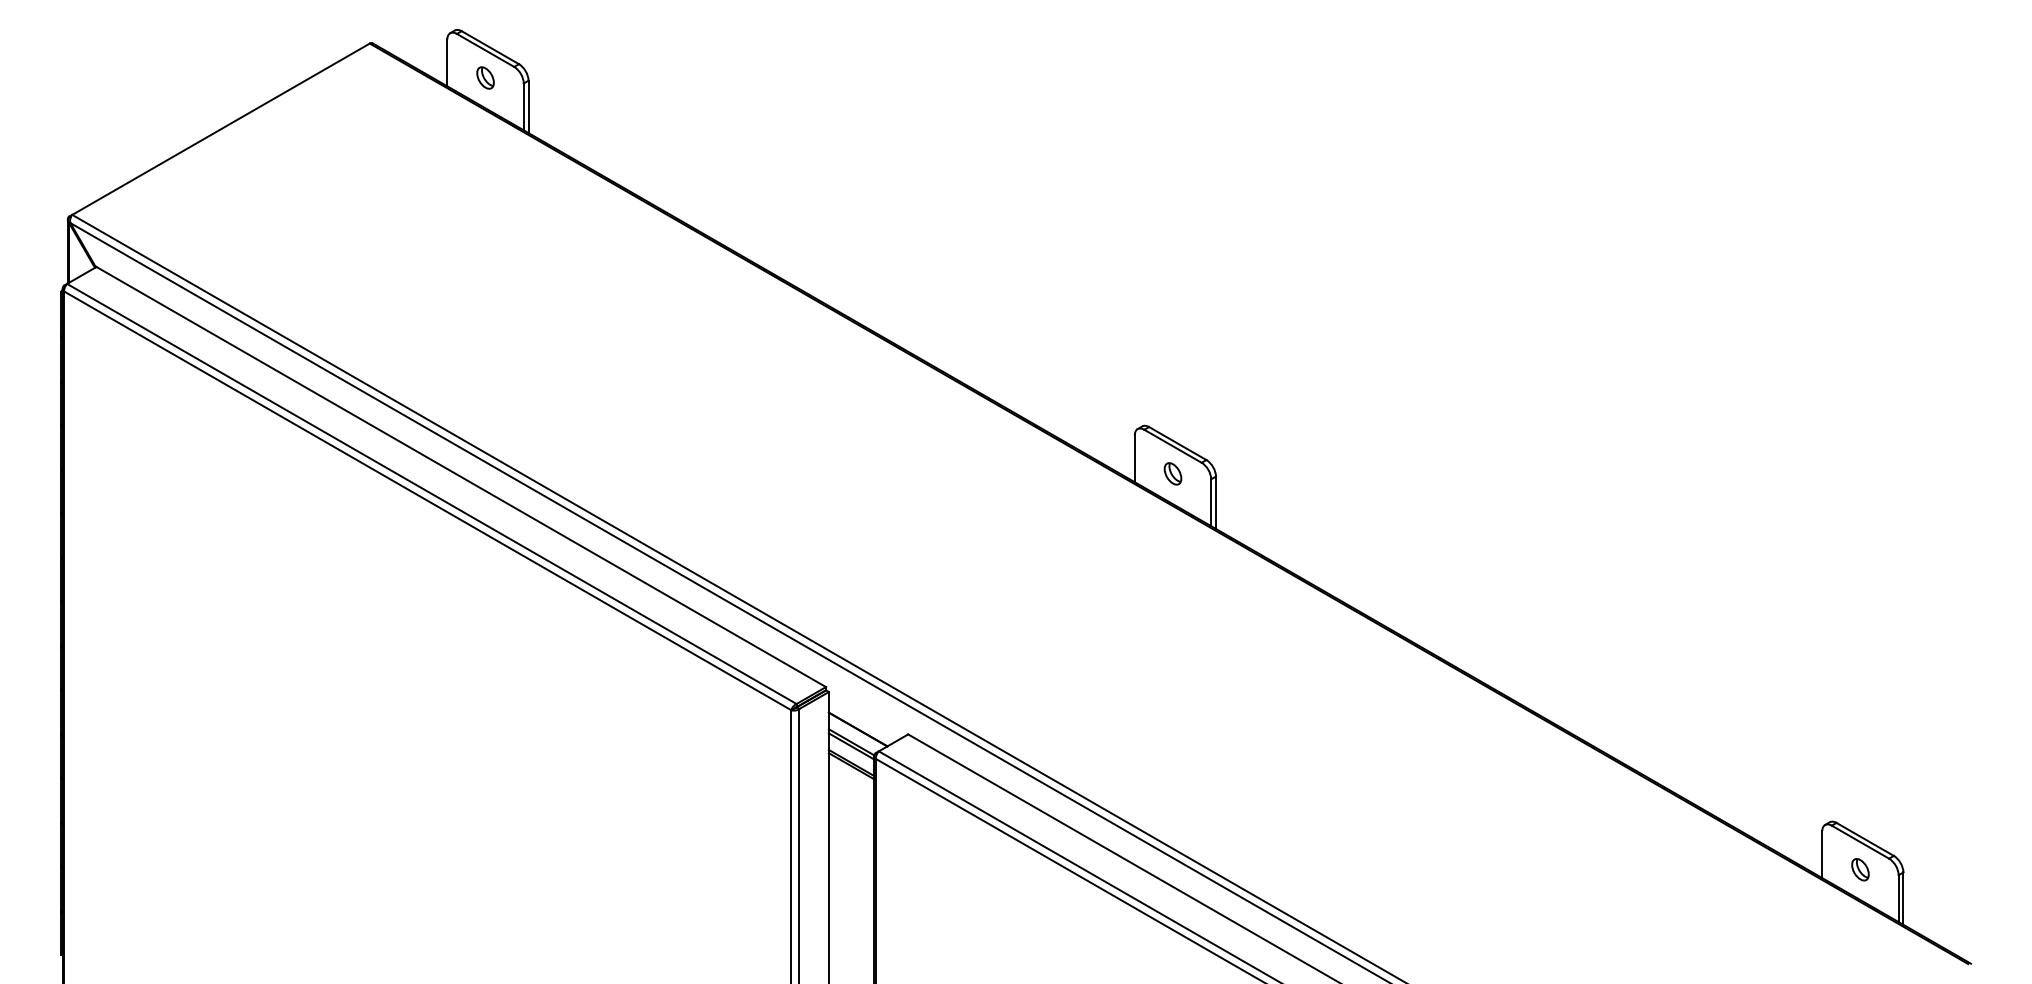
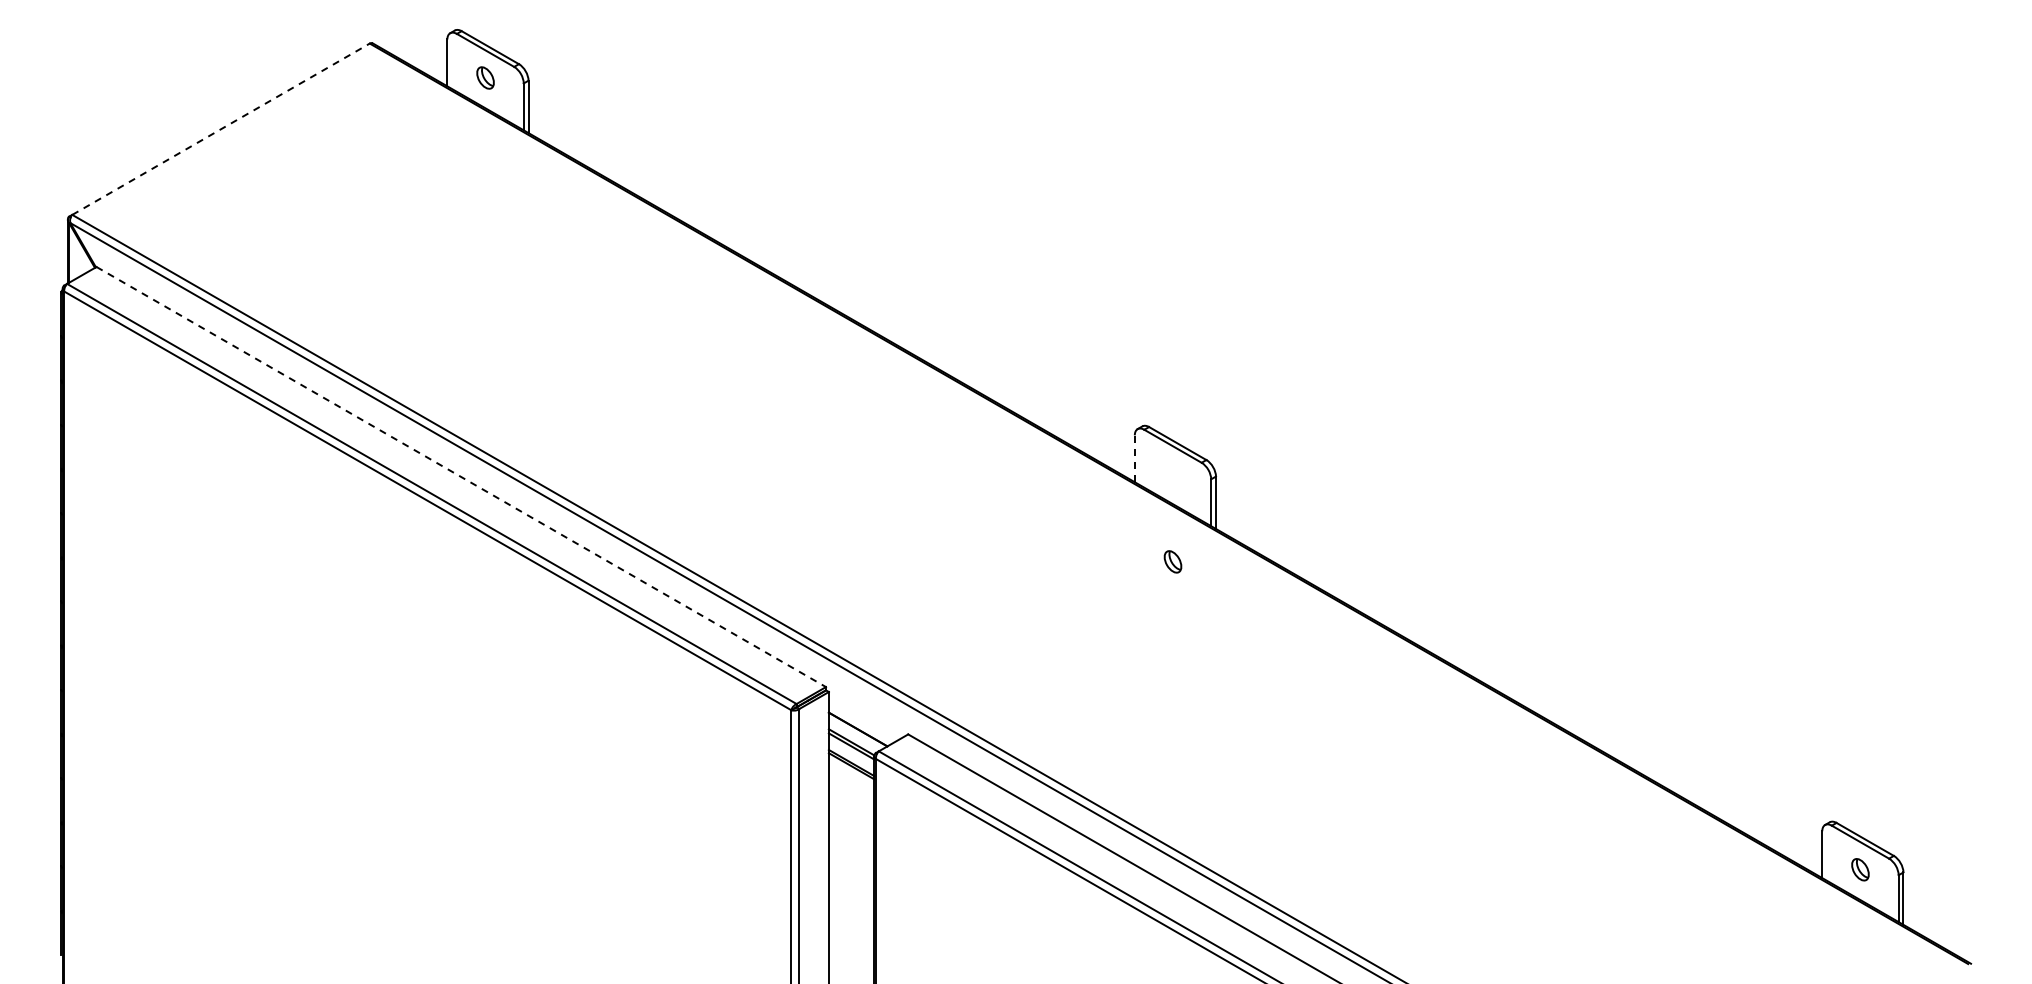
line at (221, 129): solid -> dashed
line at (1134, 458): solid -> dashed
part at (1172, 473) position: (1172, 473) -> (1172, 561)
line at (461, 477): solid -> dashed
